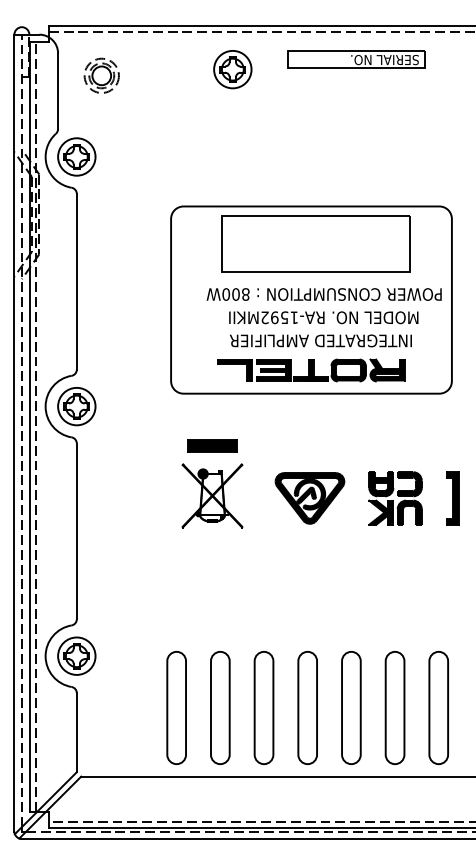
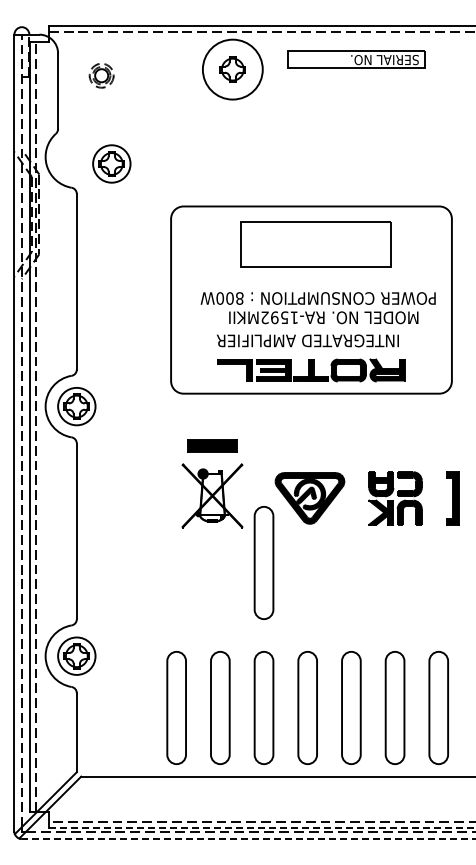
circle at (232, 69) diameter: 37 px -> 60 px
part at (101, 75) size: 37x37 px -> 27x26 px
part at (76, 156) position: (76, 156) -> (111, 163)
part at (315, 243) size: 190x58 px -> 152x47 px
text at (323, 294) position: (323, 294) -> (317, 298)
text at (320, 340) position: (320, 340) -> (307, 340)
part at (263, 562): none -> present
line at (261, 827): solid -> dashed
line at (248, 839): solid -> dashed
